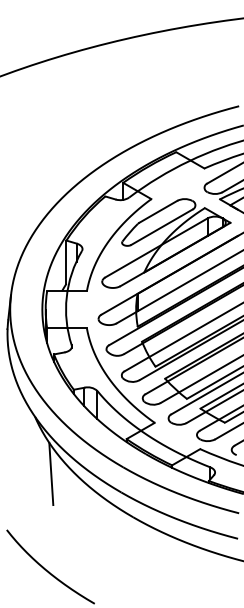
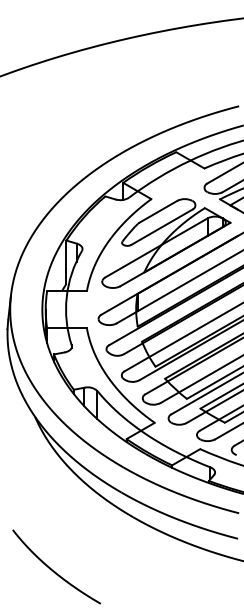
line at (51, 473): present -> none
curve at (48, 570) position: (48, 570) -> (54, 570)
